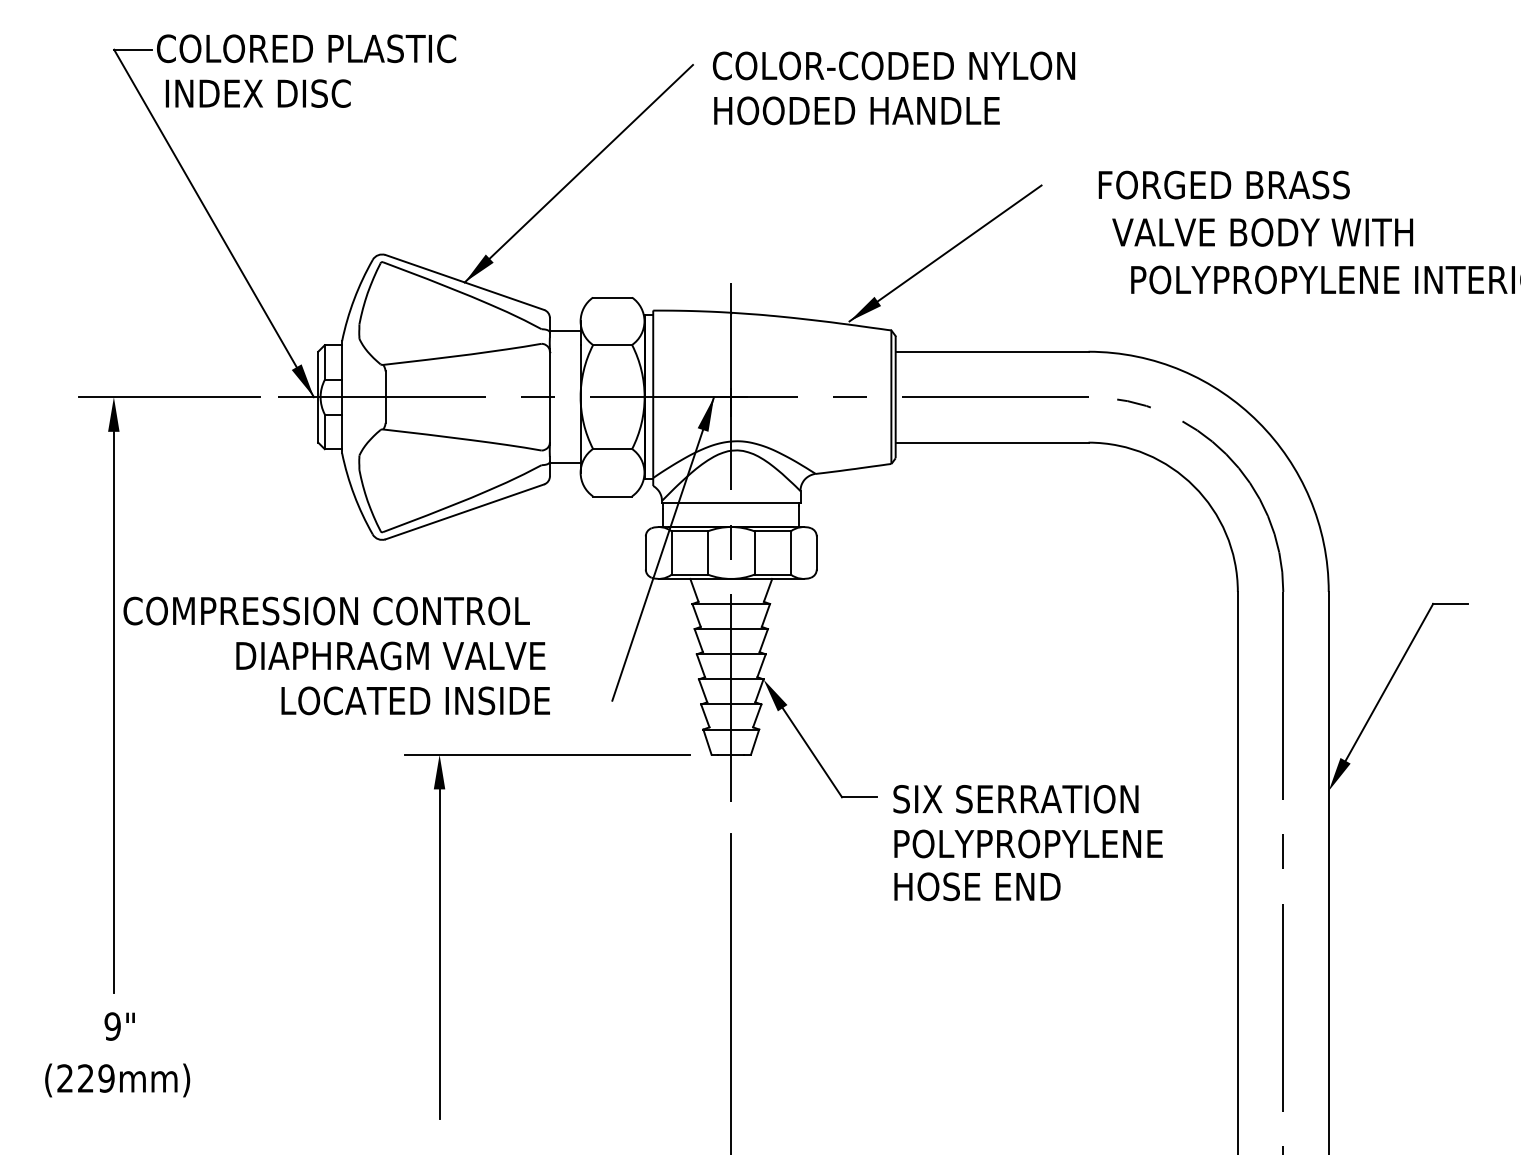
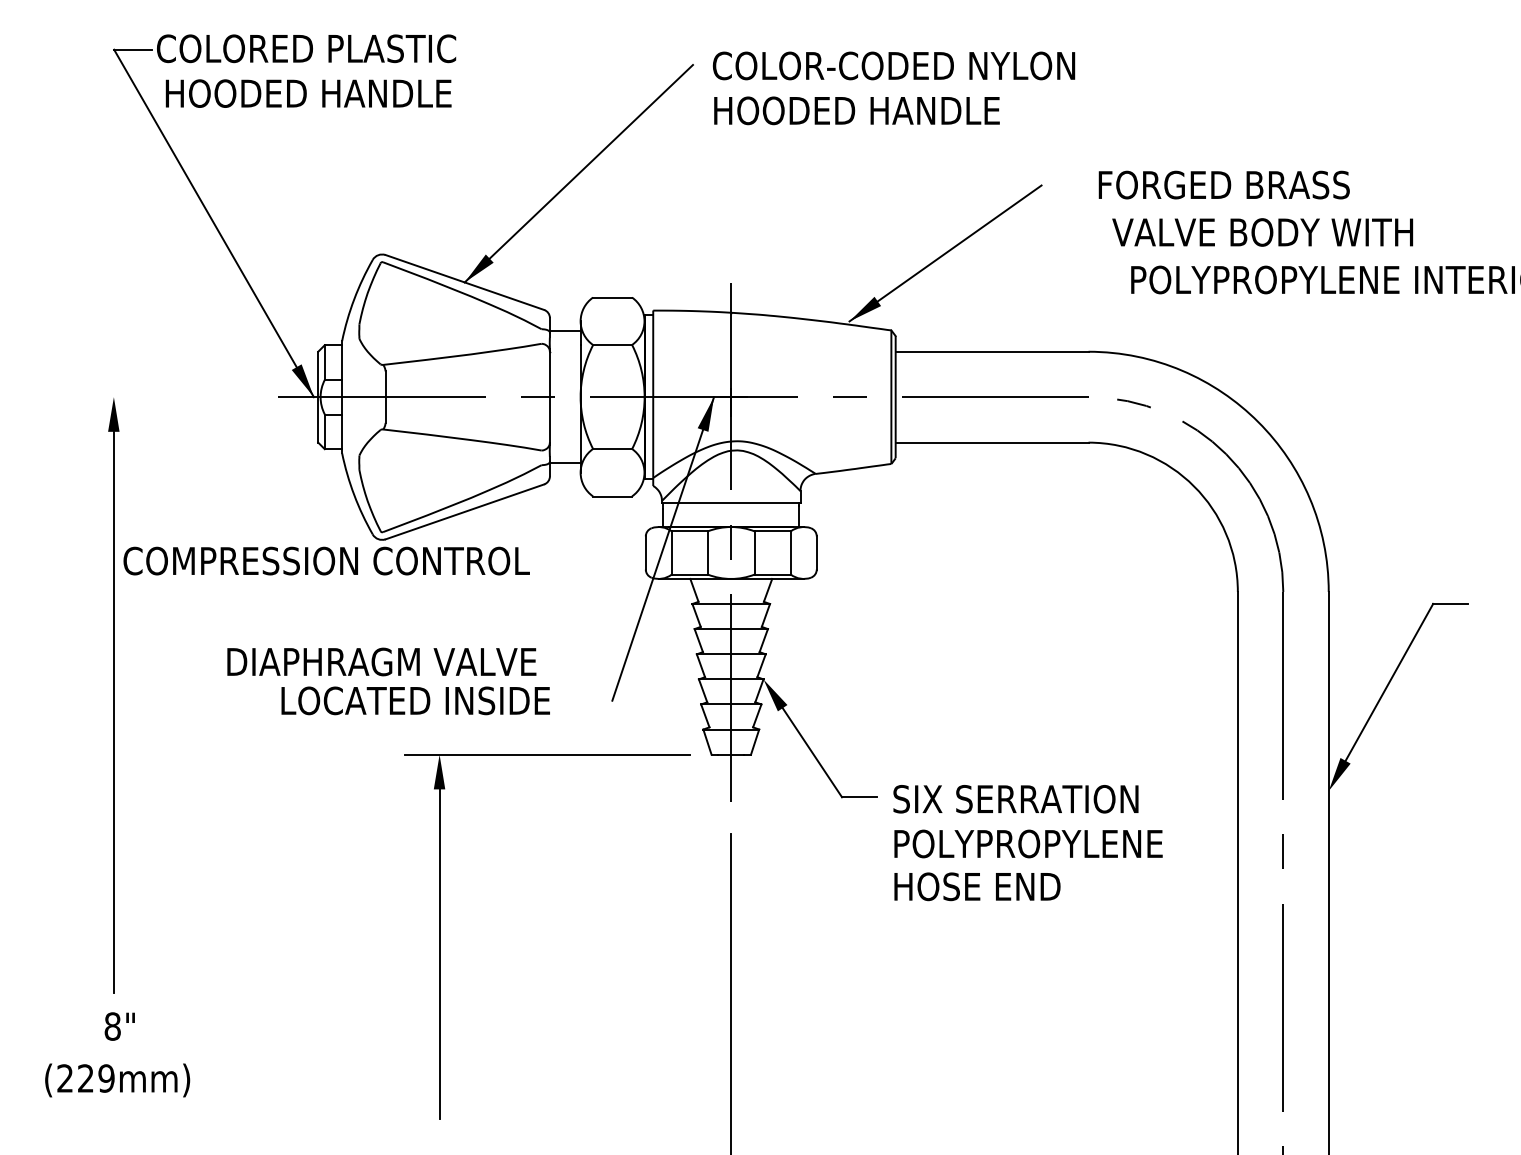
text at (310, 93): INDEX DISC -> HOODED HANDLE
line at (169, 397): present -> none
text at (326, 610) position: (326, 610) -> (326, 560)
text at (390, 655) position: (390, 655) -> (381, 661)
text at (112, 1026): 9" -> 8"
